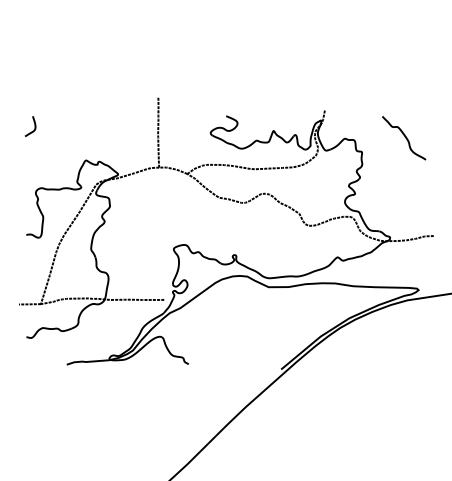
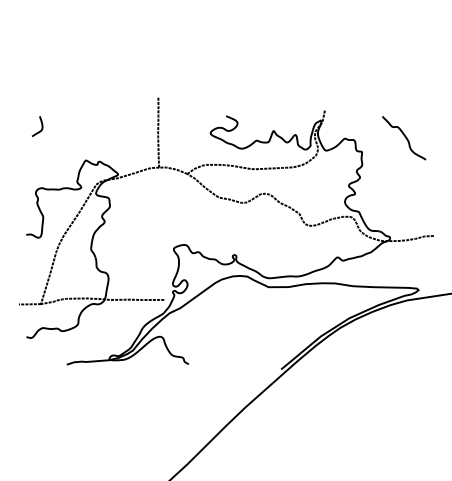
curve at (34, 126) position: (34, 126) -> (41, 126)
